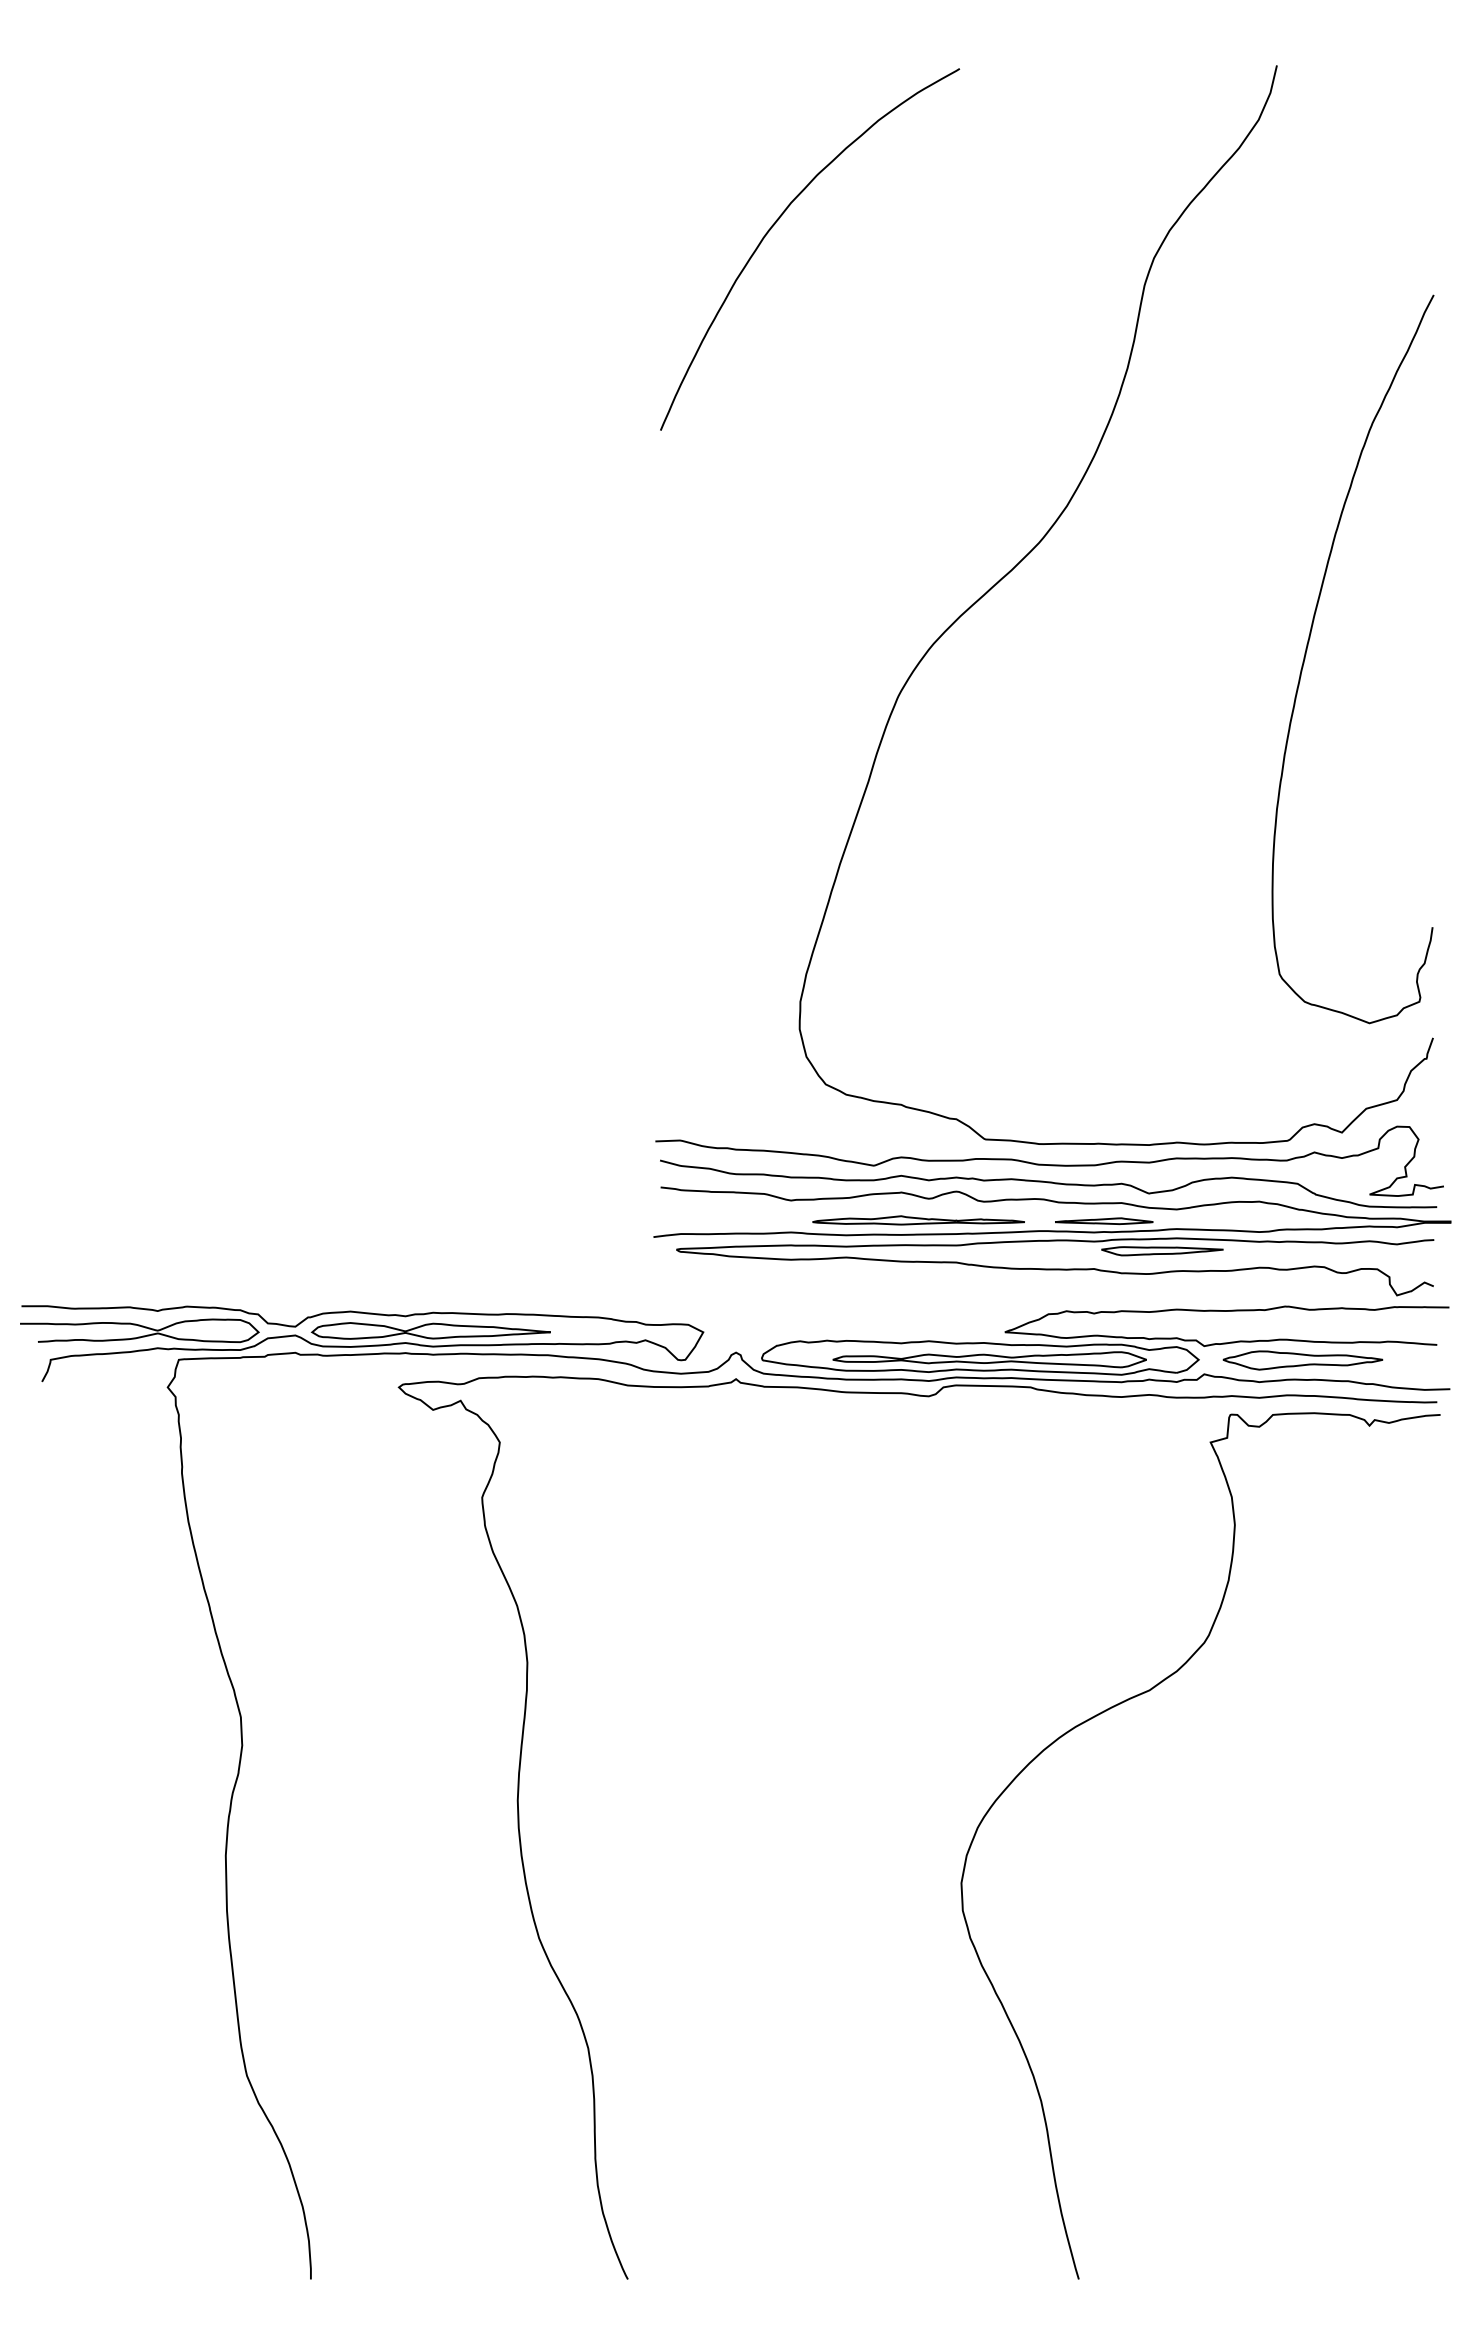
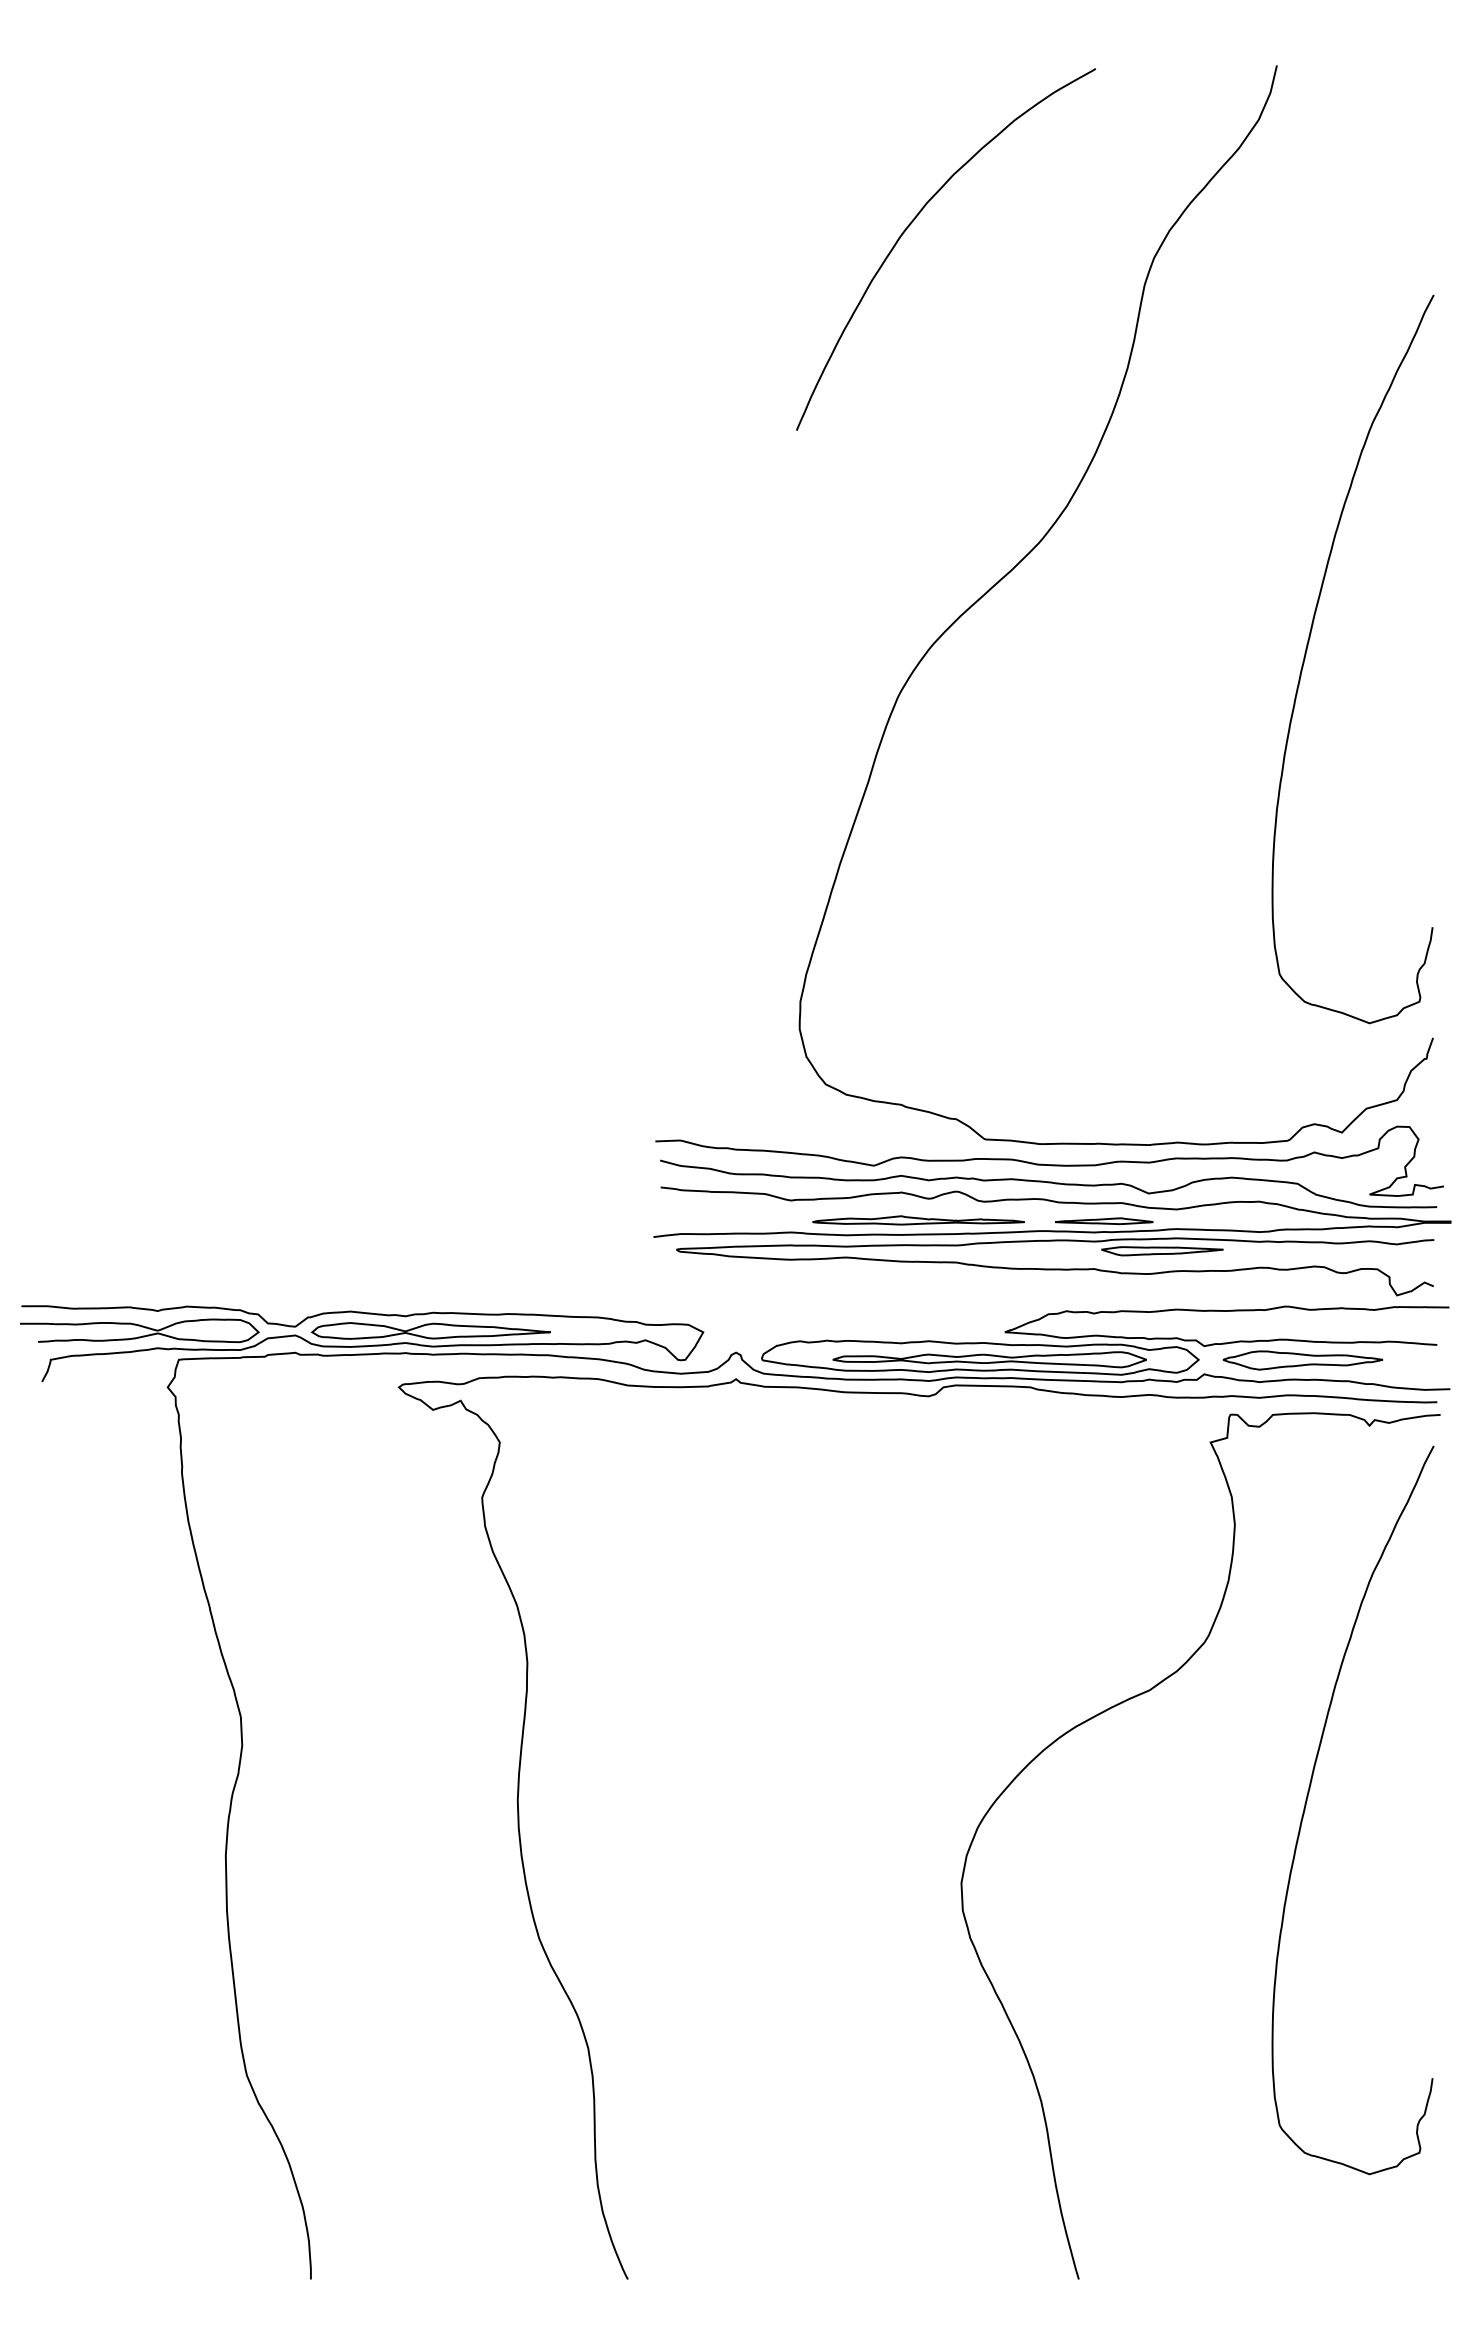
curve at (775, 224) position: (775, 224) -> (911, 224)
curve at (1308, 1797): none -> present
